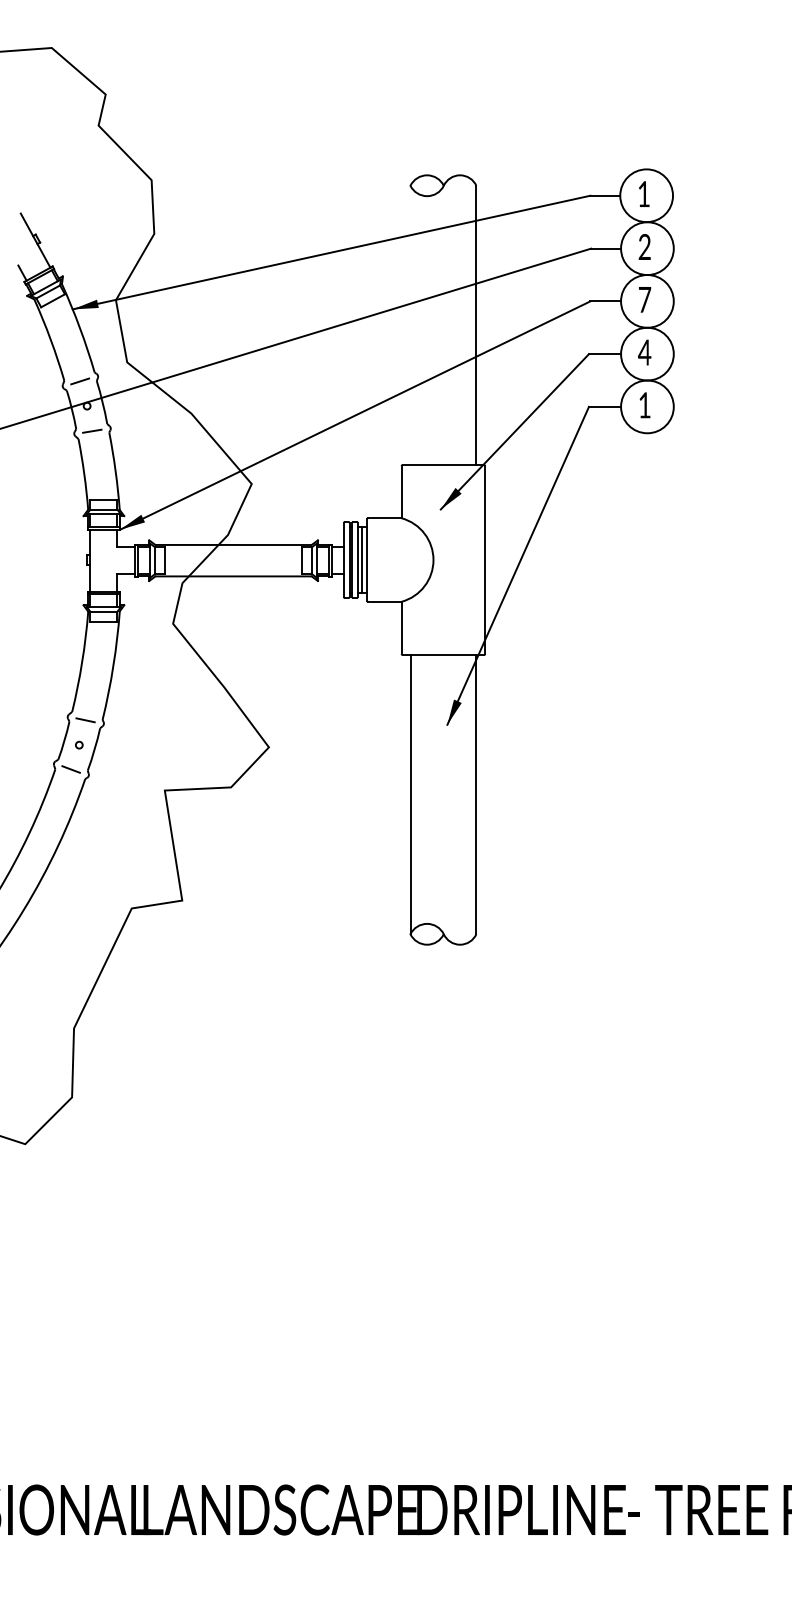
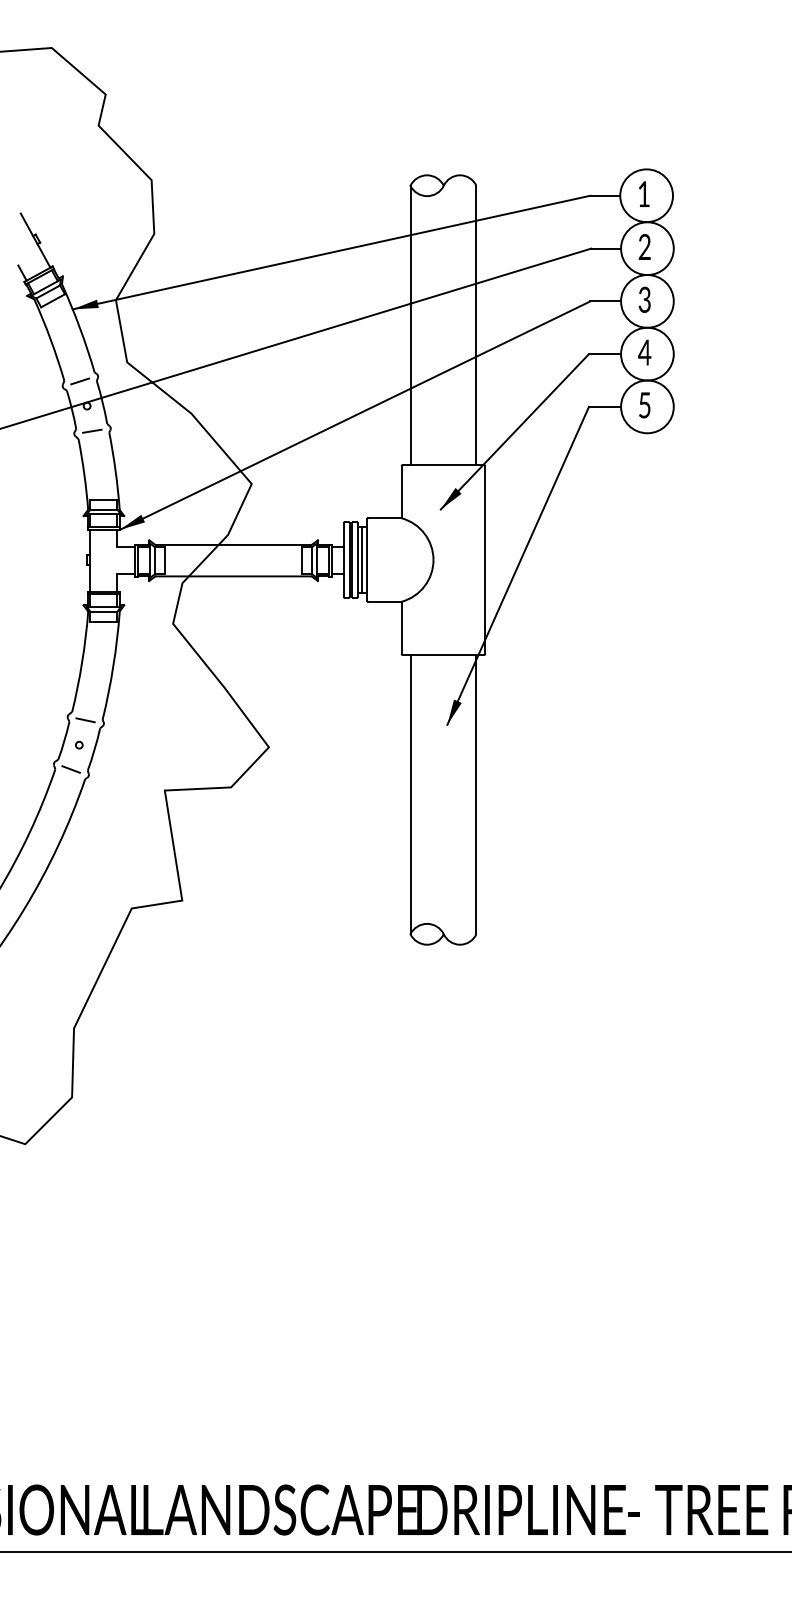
text at (644, 299): 7 -> 3
line at (410, 325): none -> present
text at (644, 405): 1 -> 5
line at (395, 1551): none -> present
